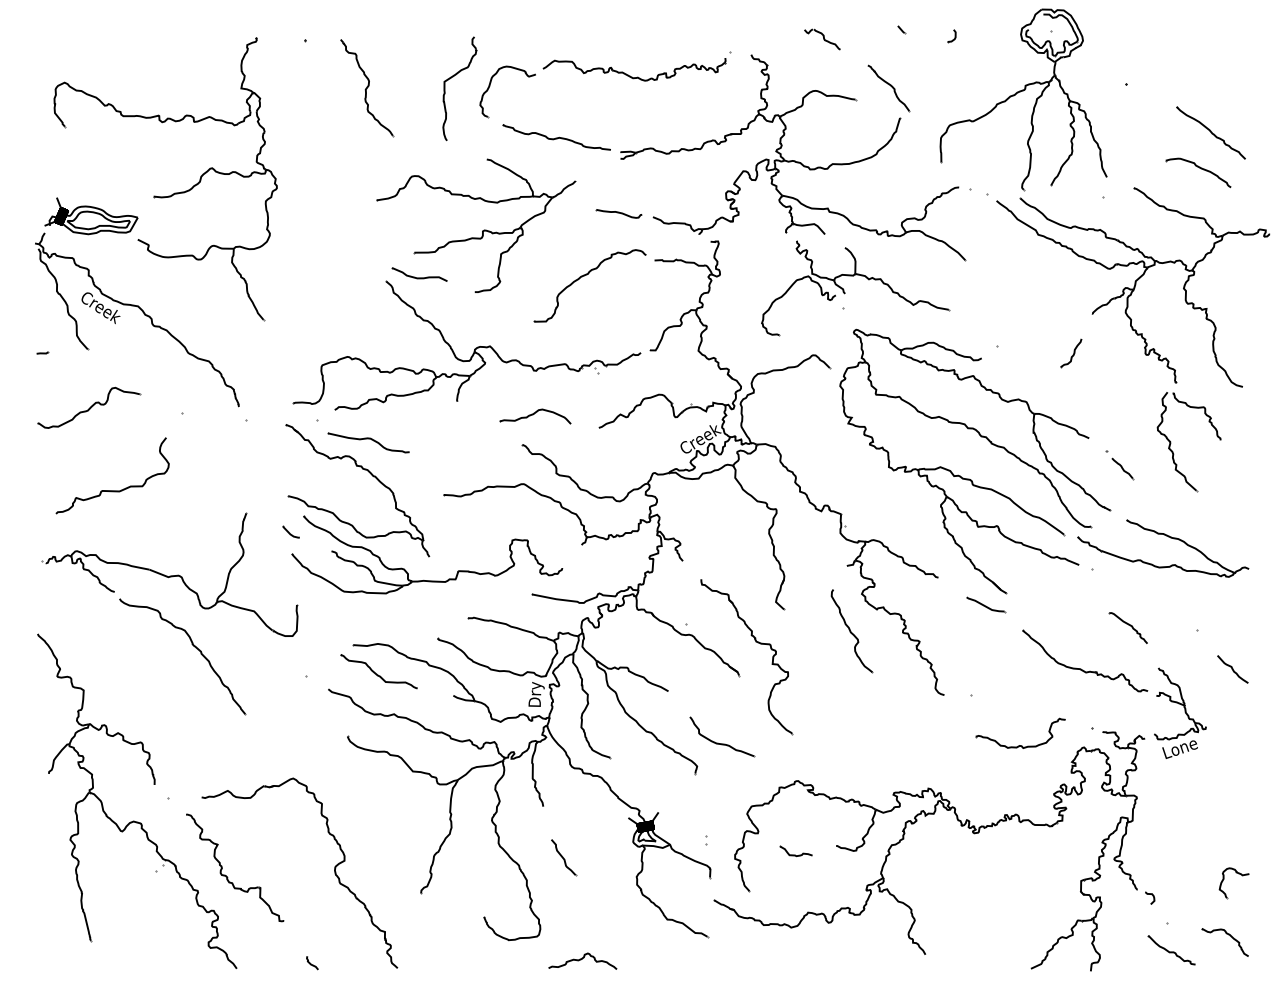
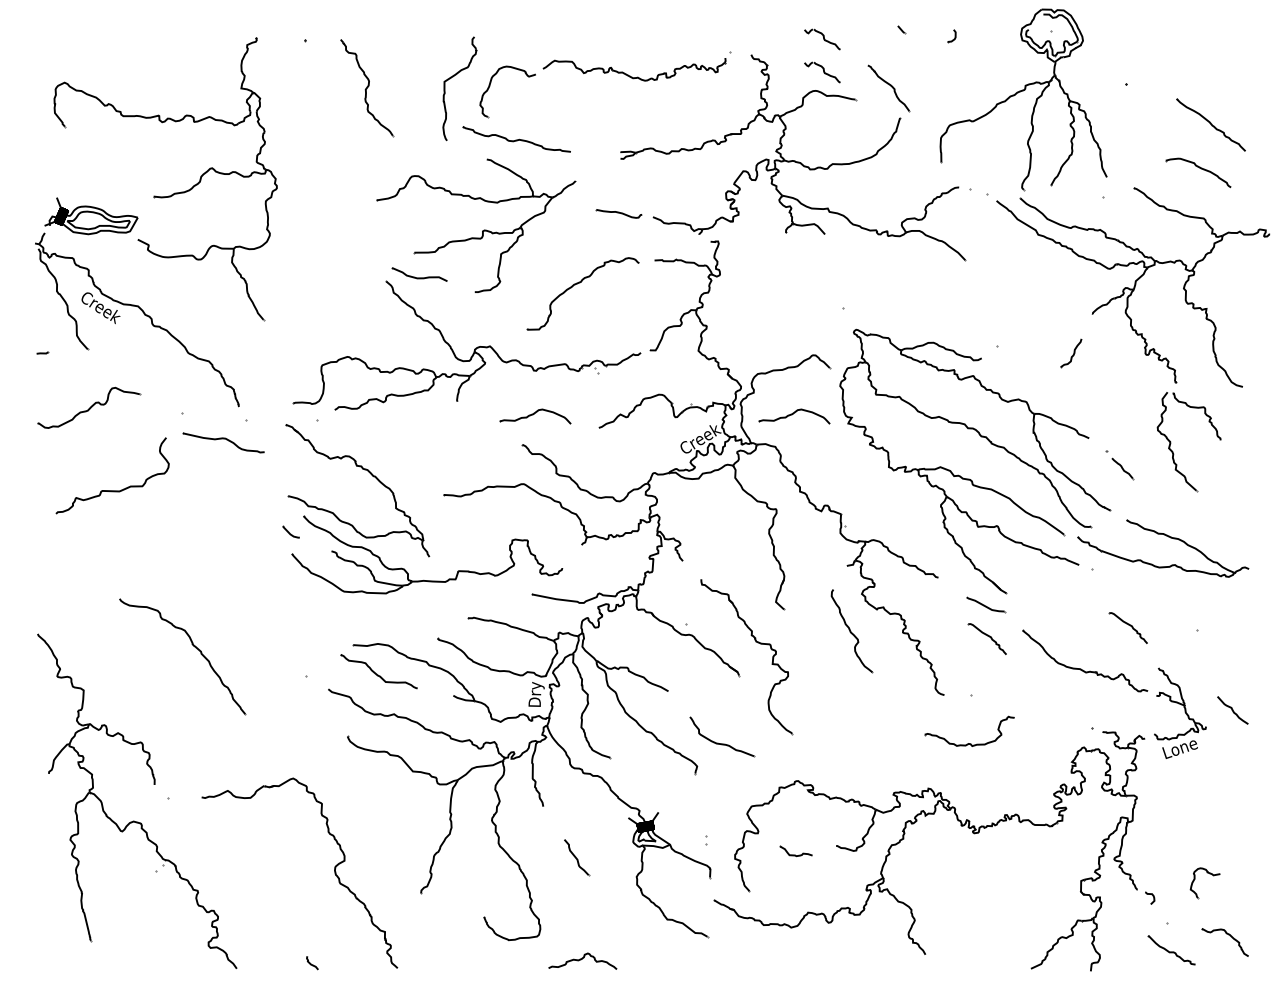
part at (822, 72): none -> present
part at (1210, 132) position: (1210, 132) -> (1210, 124)
part at (556, 137) position: (556, 137) -> (516, 139)
part at (587, 275) position: (587, 275) -> (580, 283)
part at (845, 292): present -> none
part at (794, 416): none -> present
part at (368, 442) position: (368, 442) -> (223, 442)
part at (169, 574): present -> none
part at (986, 638): none -> present
curve at (1232, 669) position: (1232, 669) -> (1232, 710)
part at (1020, 745) position: (1020, 745) -> (969, 743)
part at (564, 857) position: (564, 857) -> (577, 857)
part at (226, 875): present -> none
part at (1224, 879) position: (1224, 879) -> (1195, 879)
